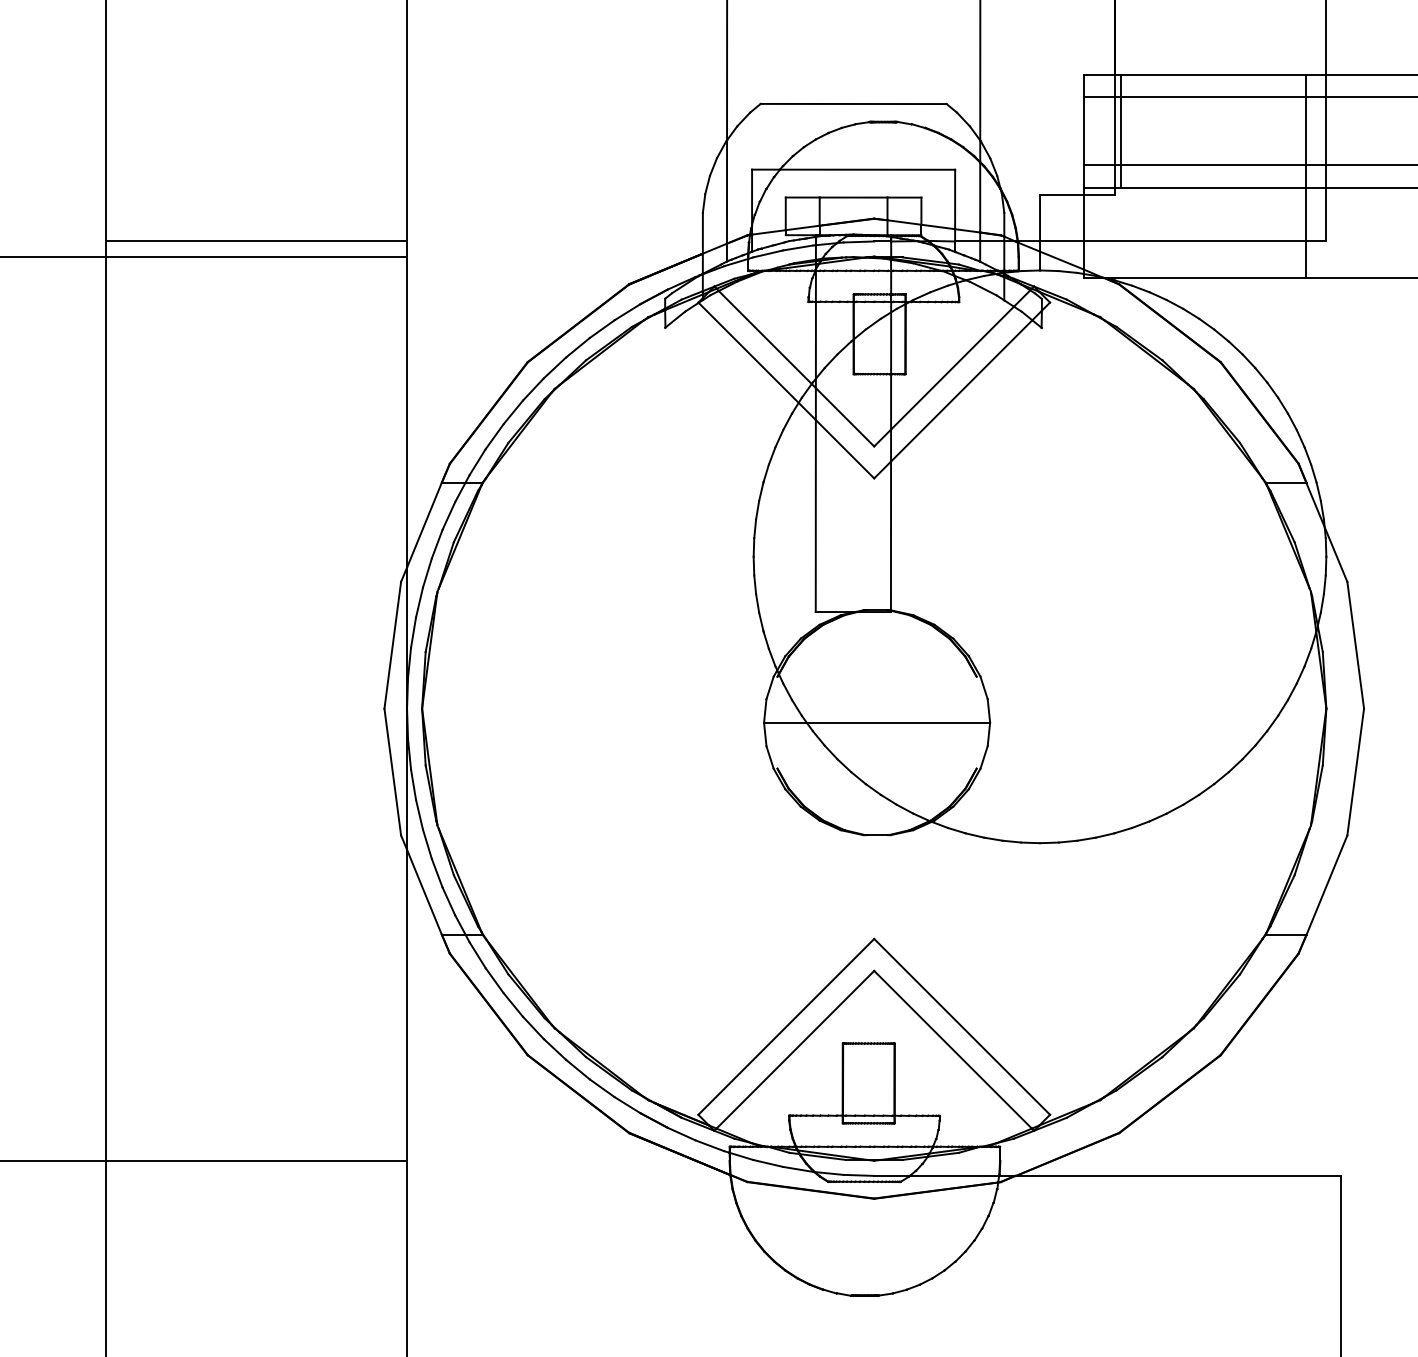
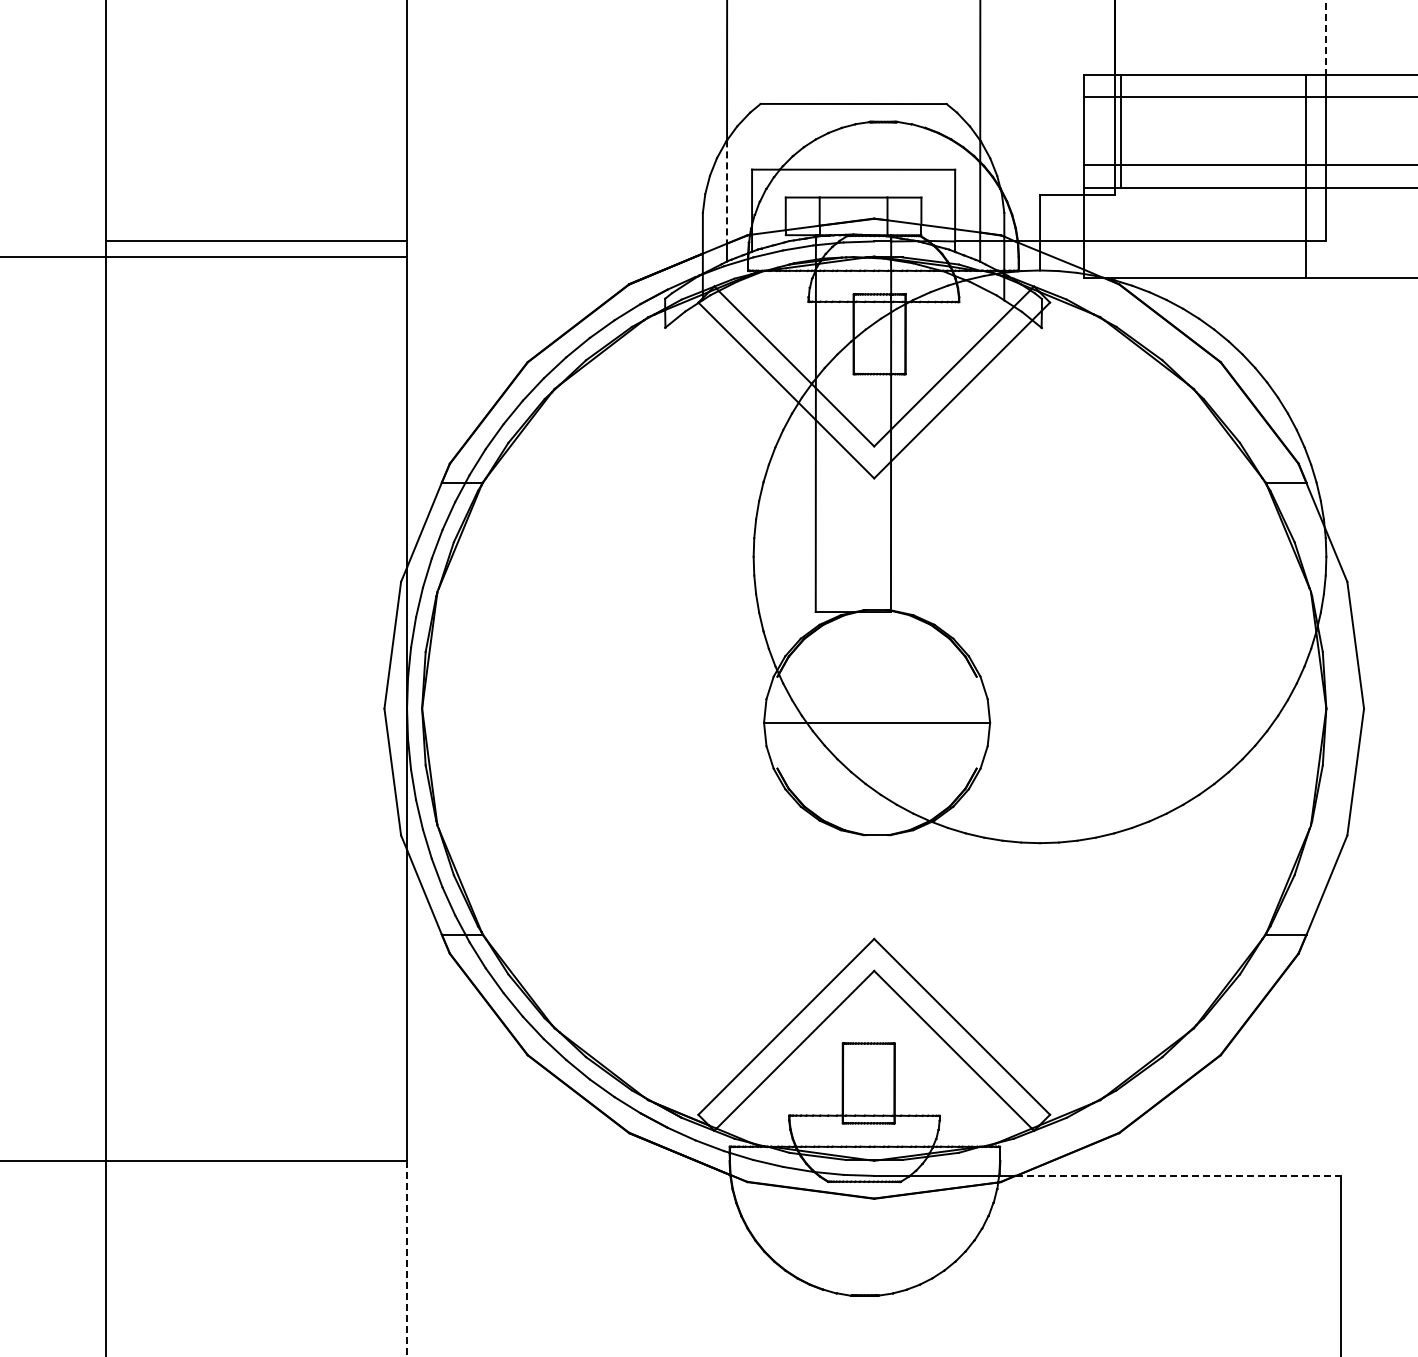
line at (1326, 37): solid -> dashed
line at (727, 192): solid -> dashed
line at (1178, 1175): solid -> dashed
line at (407, 1258): solid -> dashed
